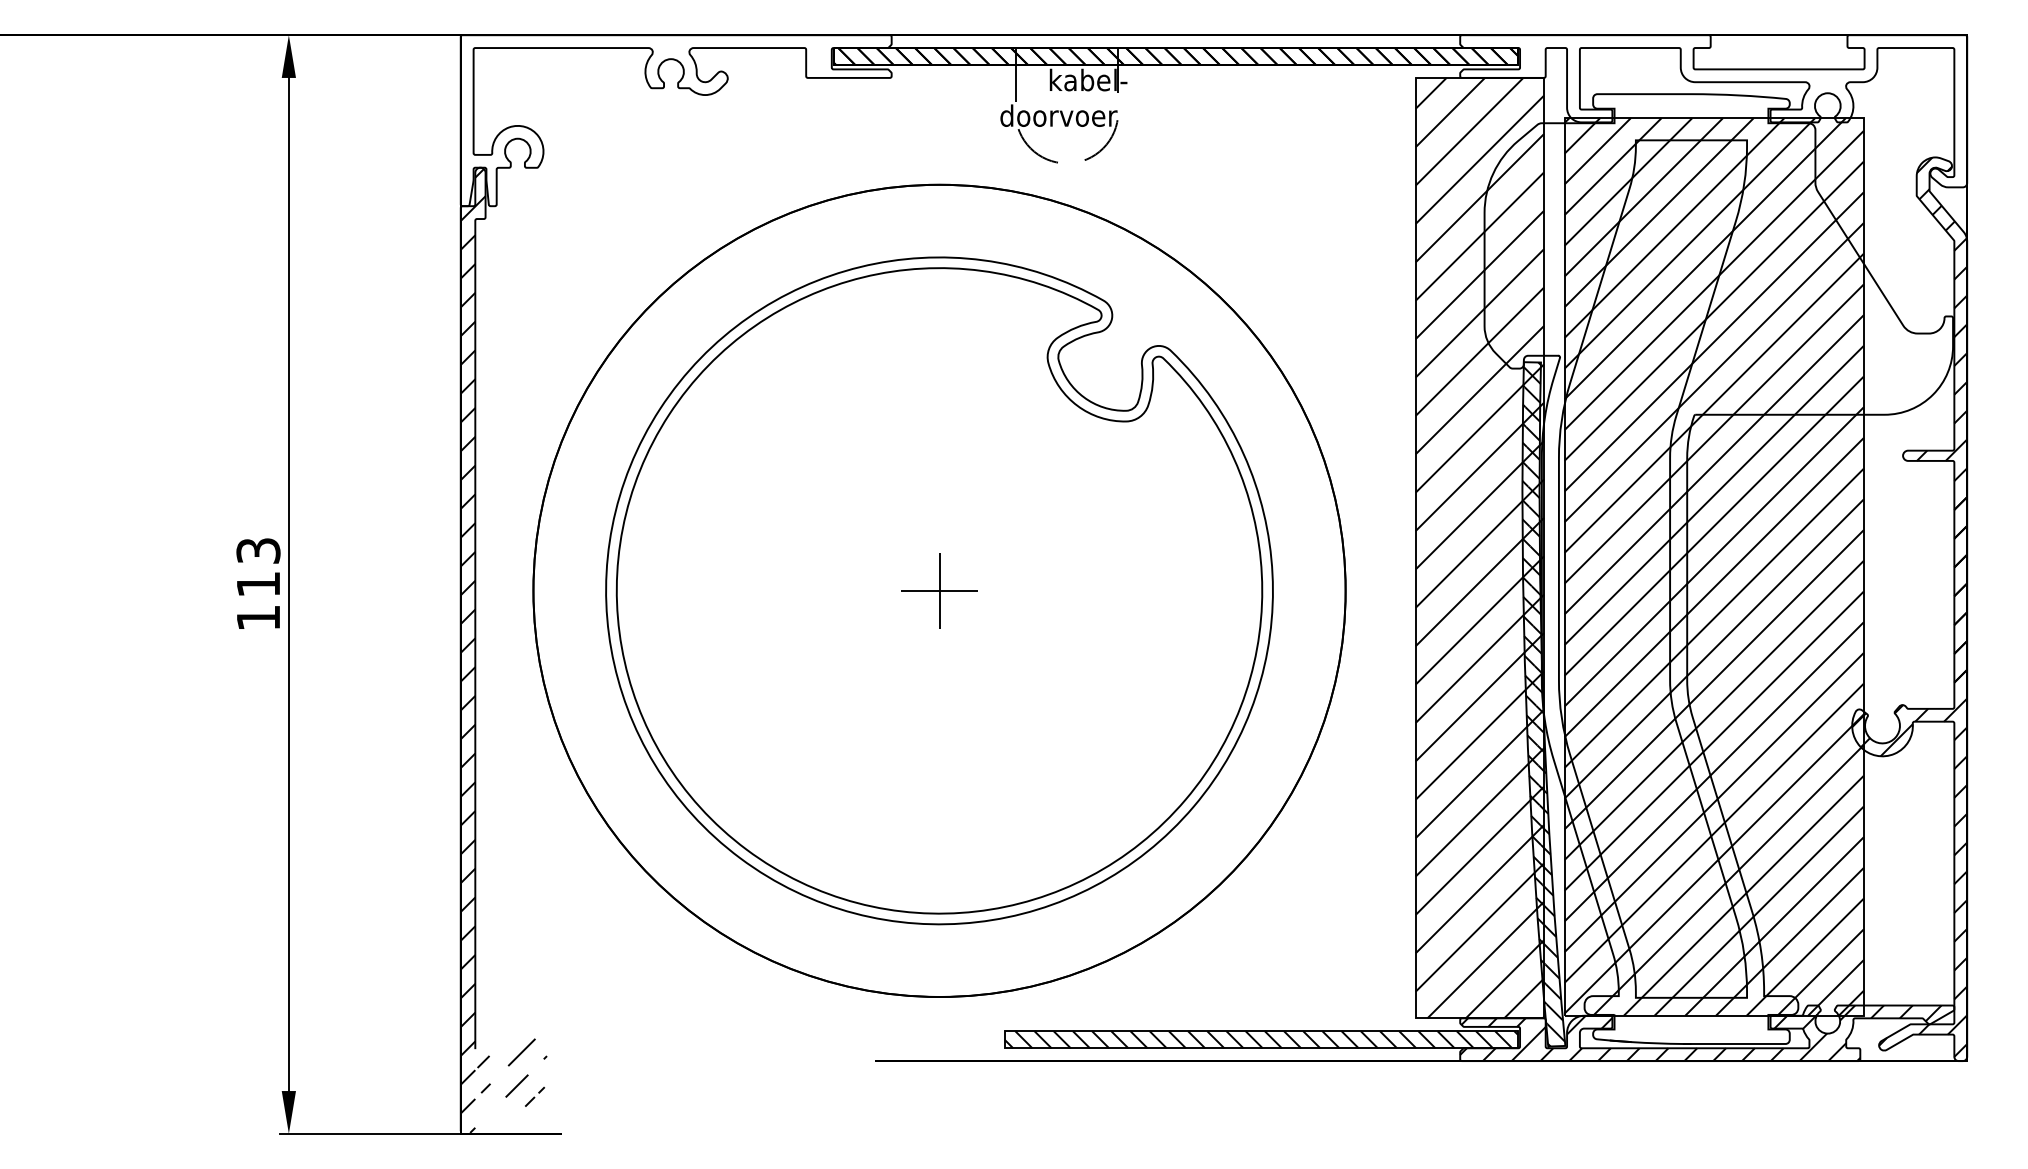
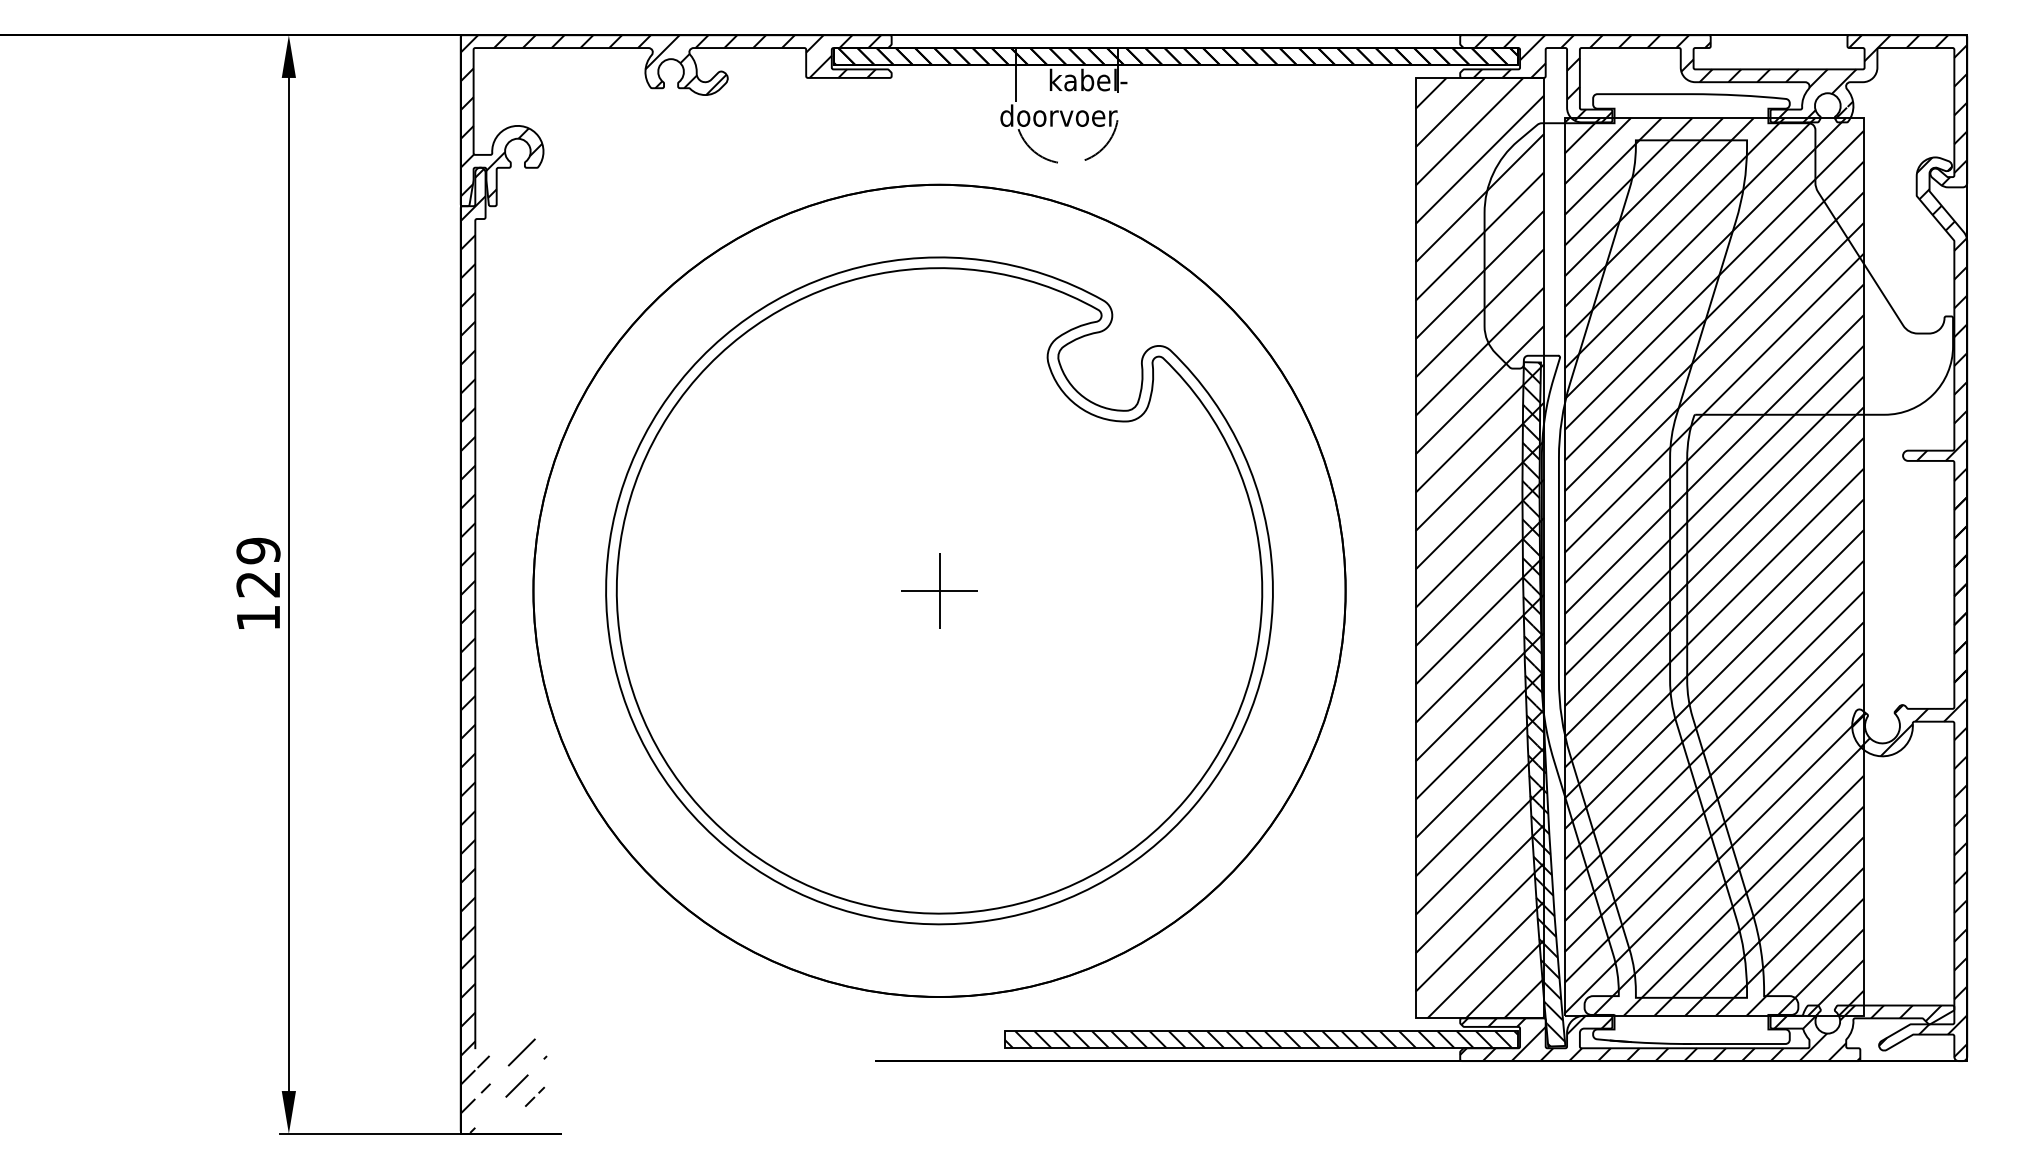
hatch at (1720, 110): none -> present
hatch at (670, 116): none -> present
text at (258, 567): 113 -> 129
